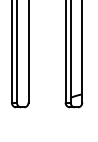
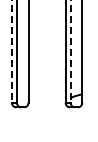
line at (11, 51): solid -> dashed
line at (70, 51): solid -> dashed
